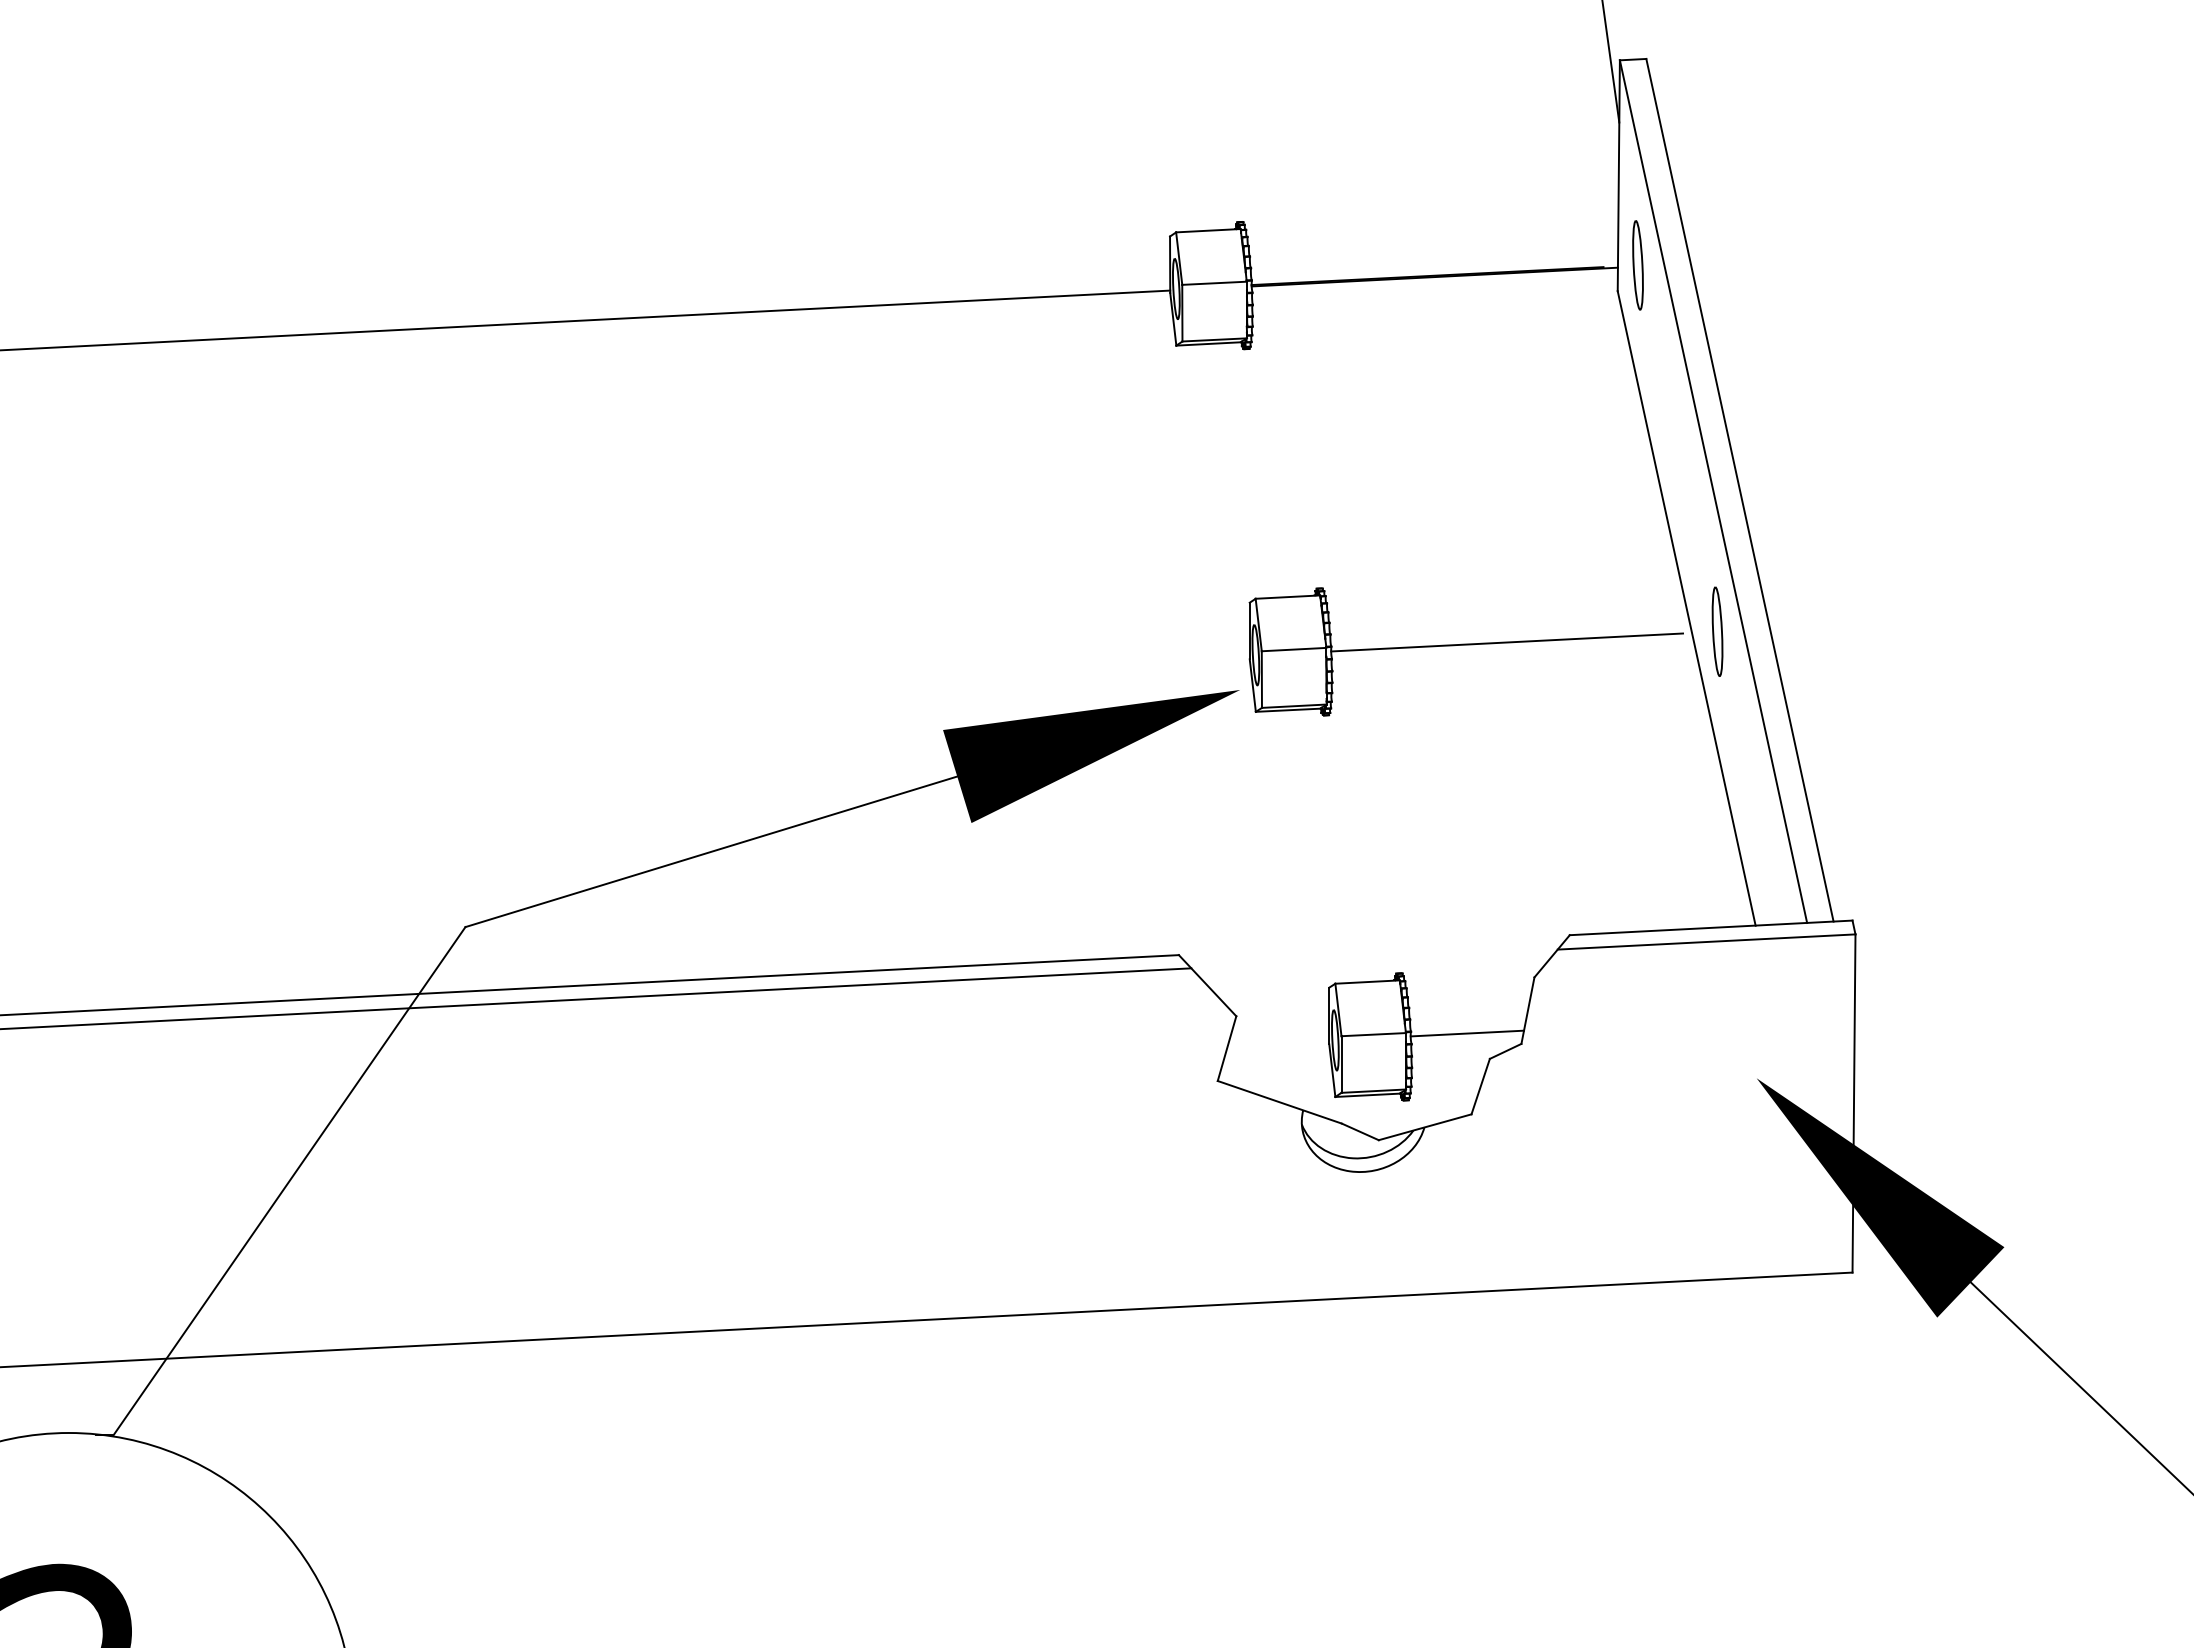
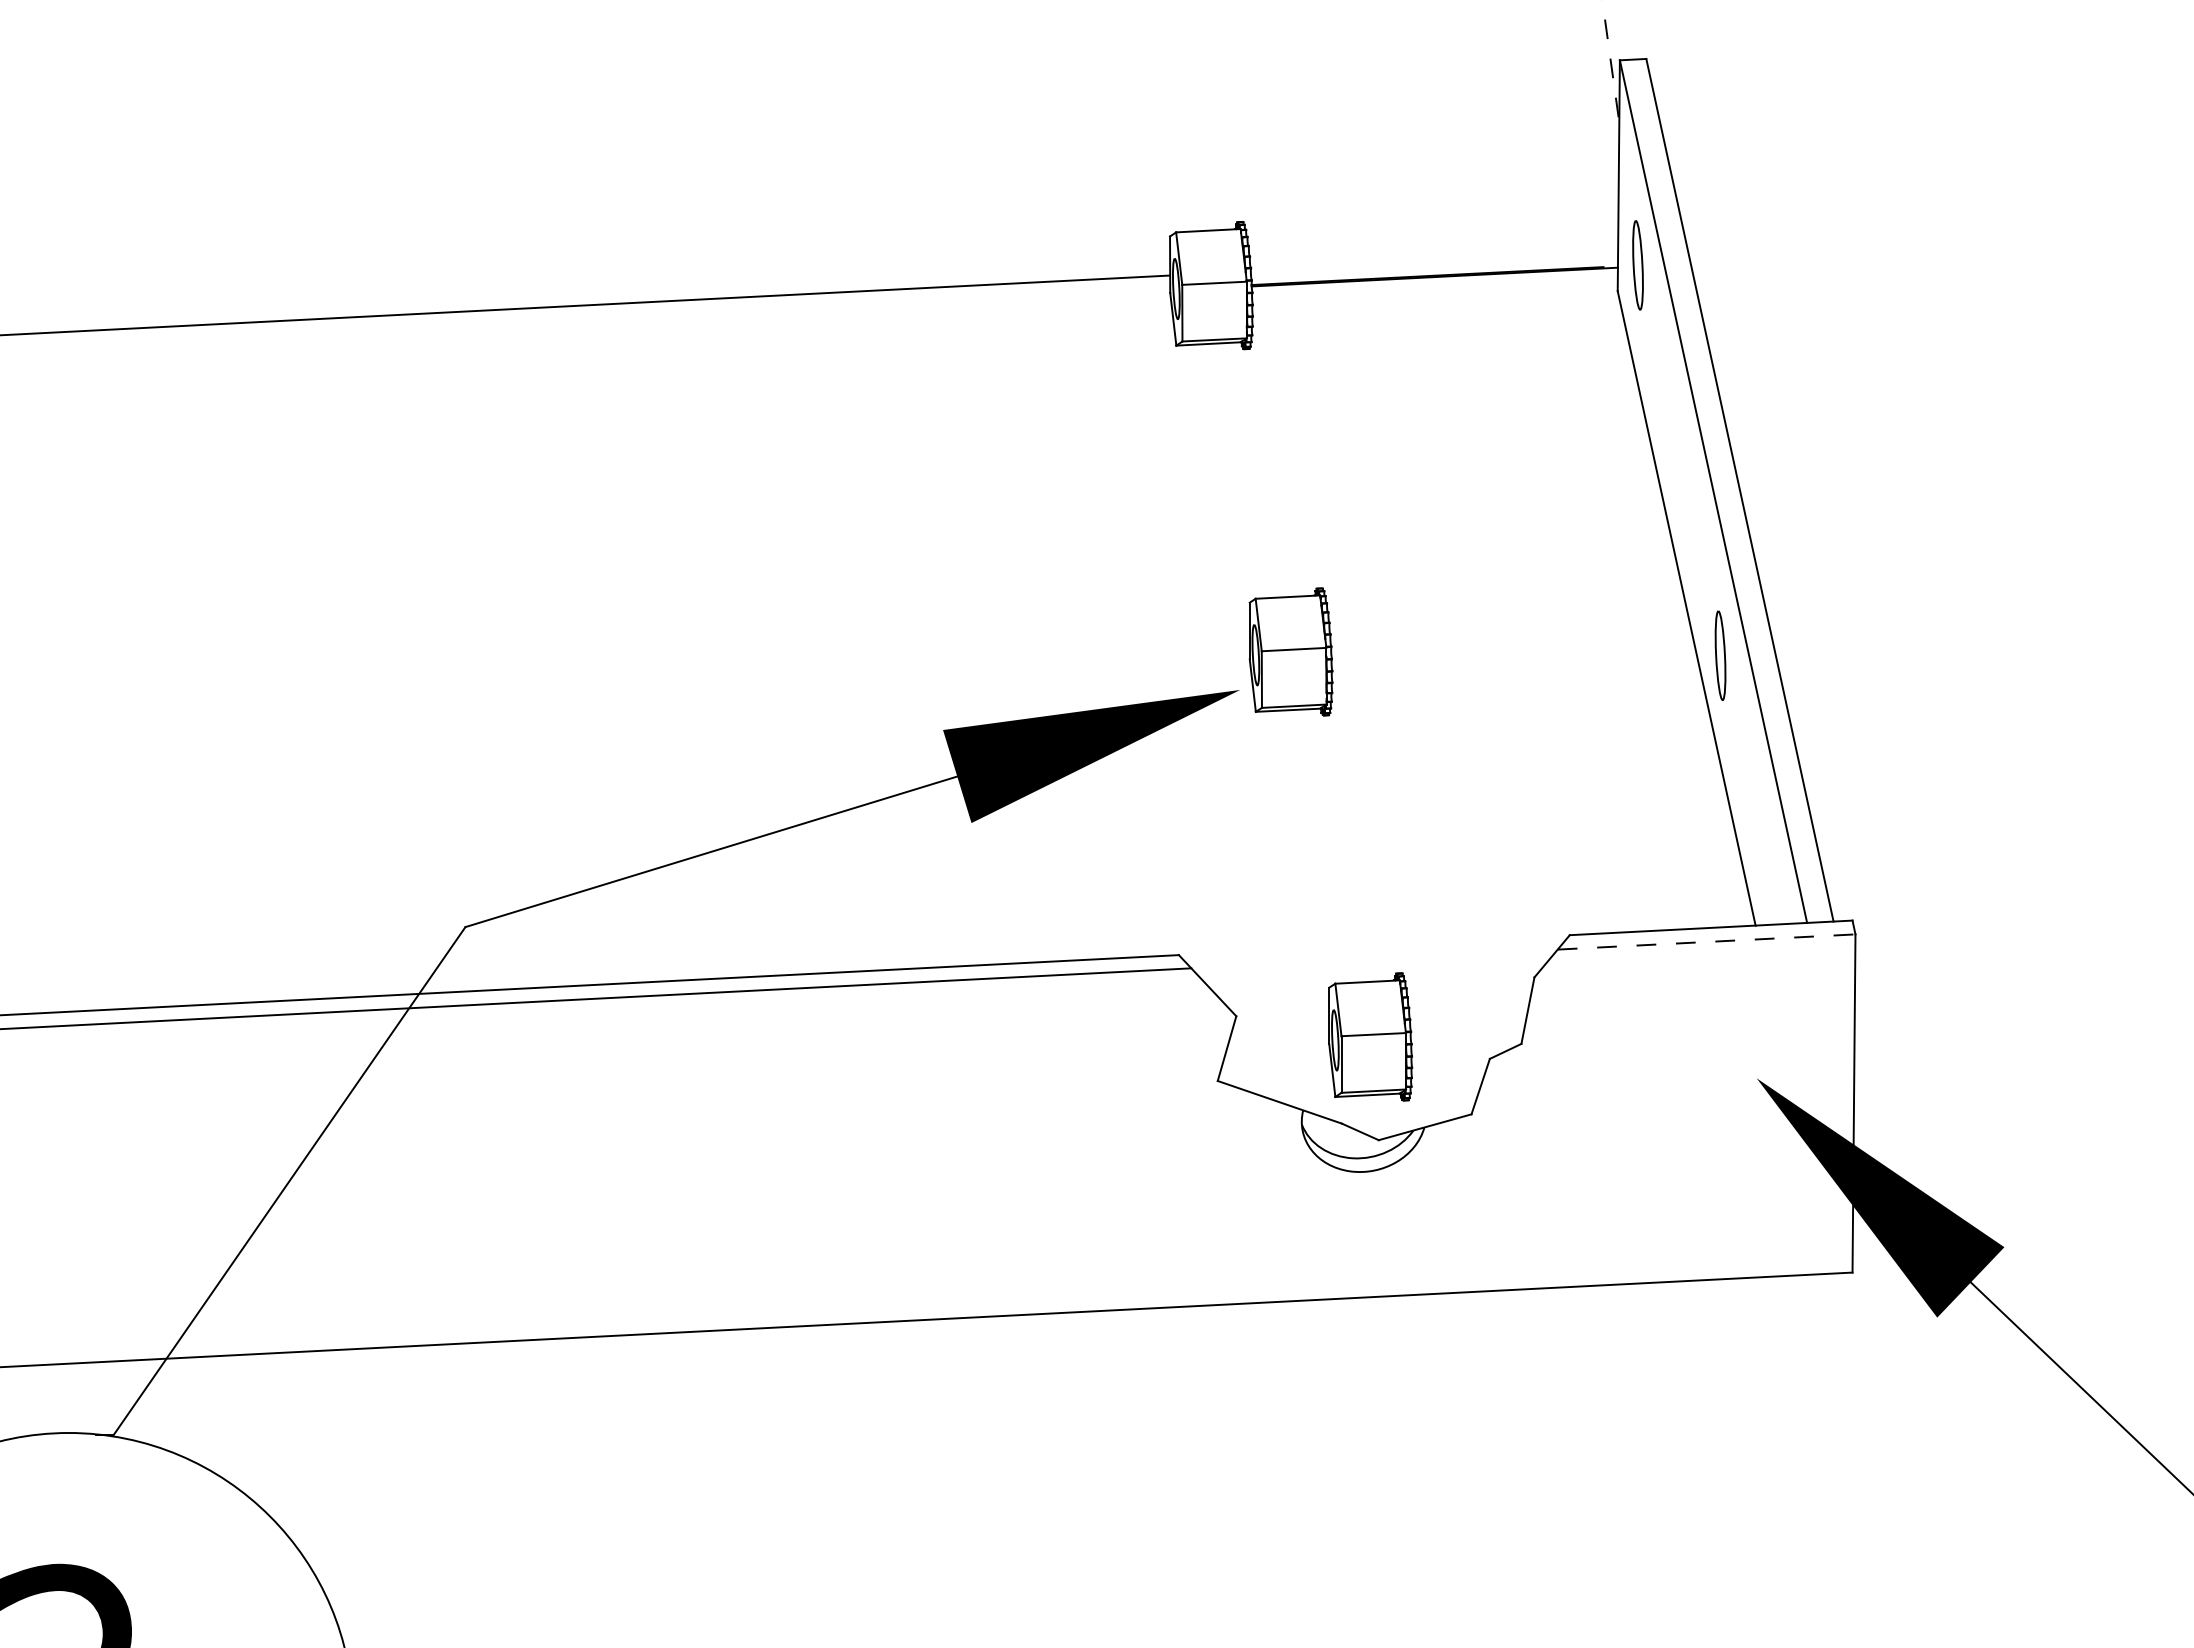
line at (1610, 61): solid -> dashed
line at (586, 320) position: (586, 320) -> (585, 305)
part at (1717, 631) position: (1717, 631) -> (1720, 655)
line at (1507, 642): present -> none
line at (1707, 941): solid -> dashed
line at (1467, 1033): present -> none
